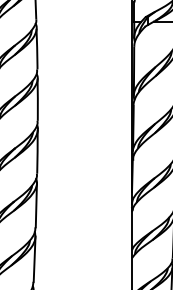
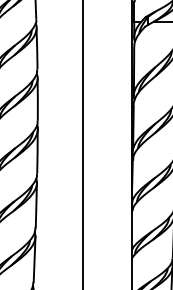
line at (82, 144): none -> present
